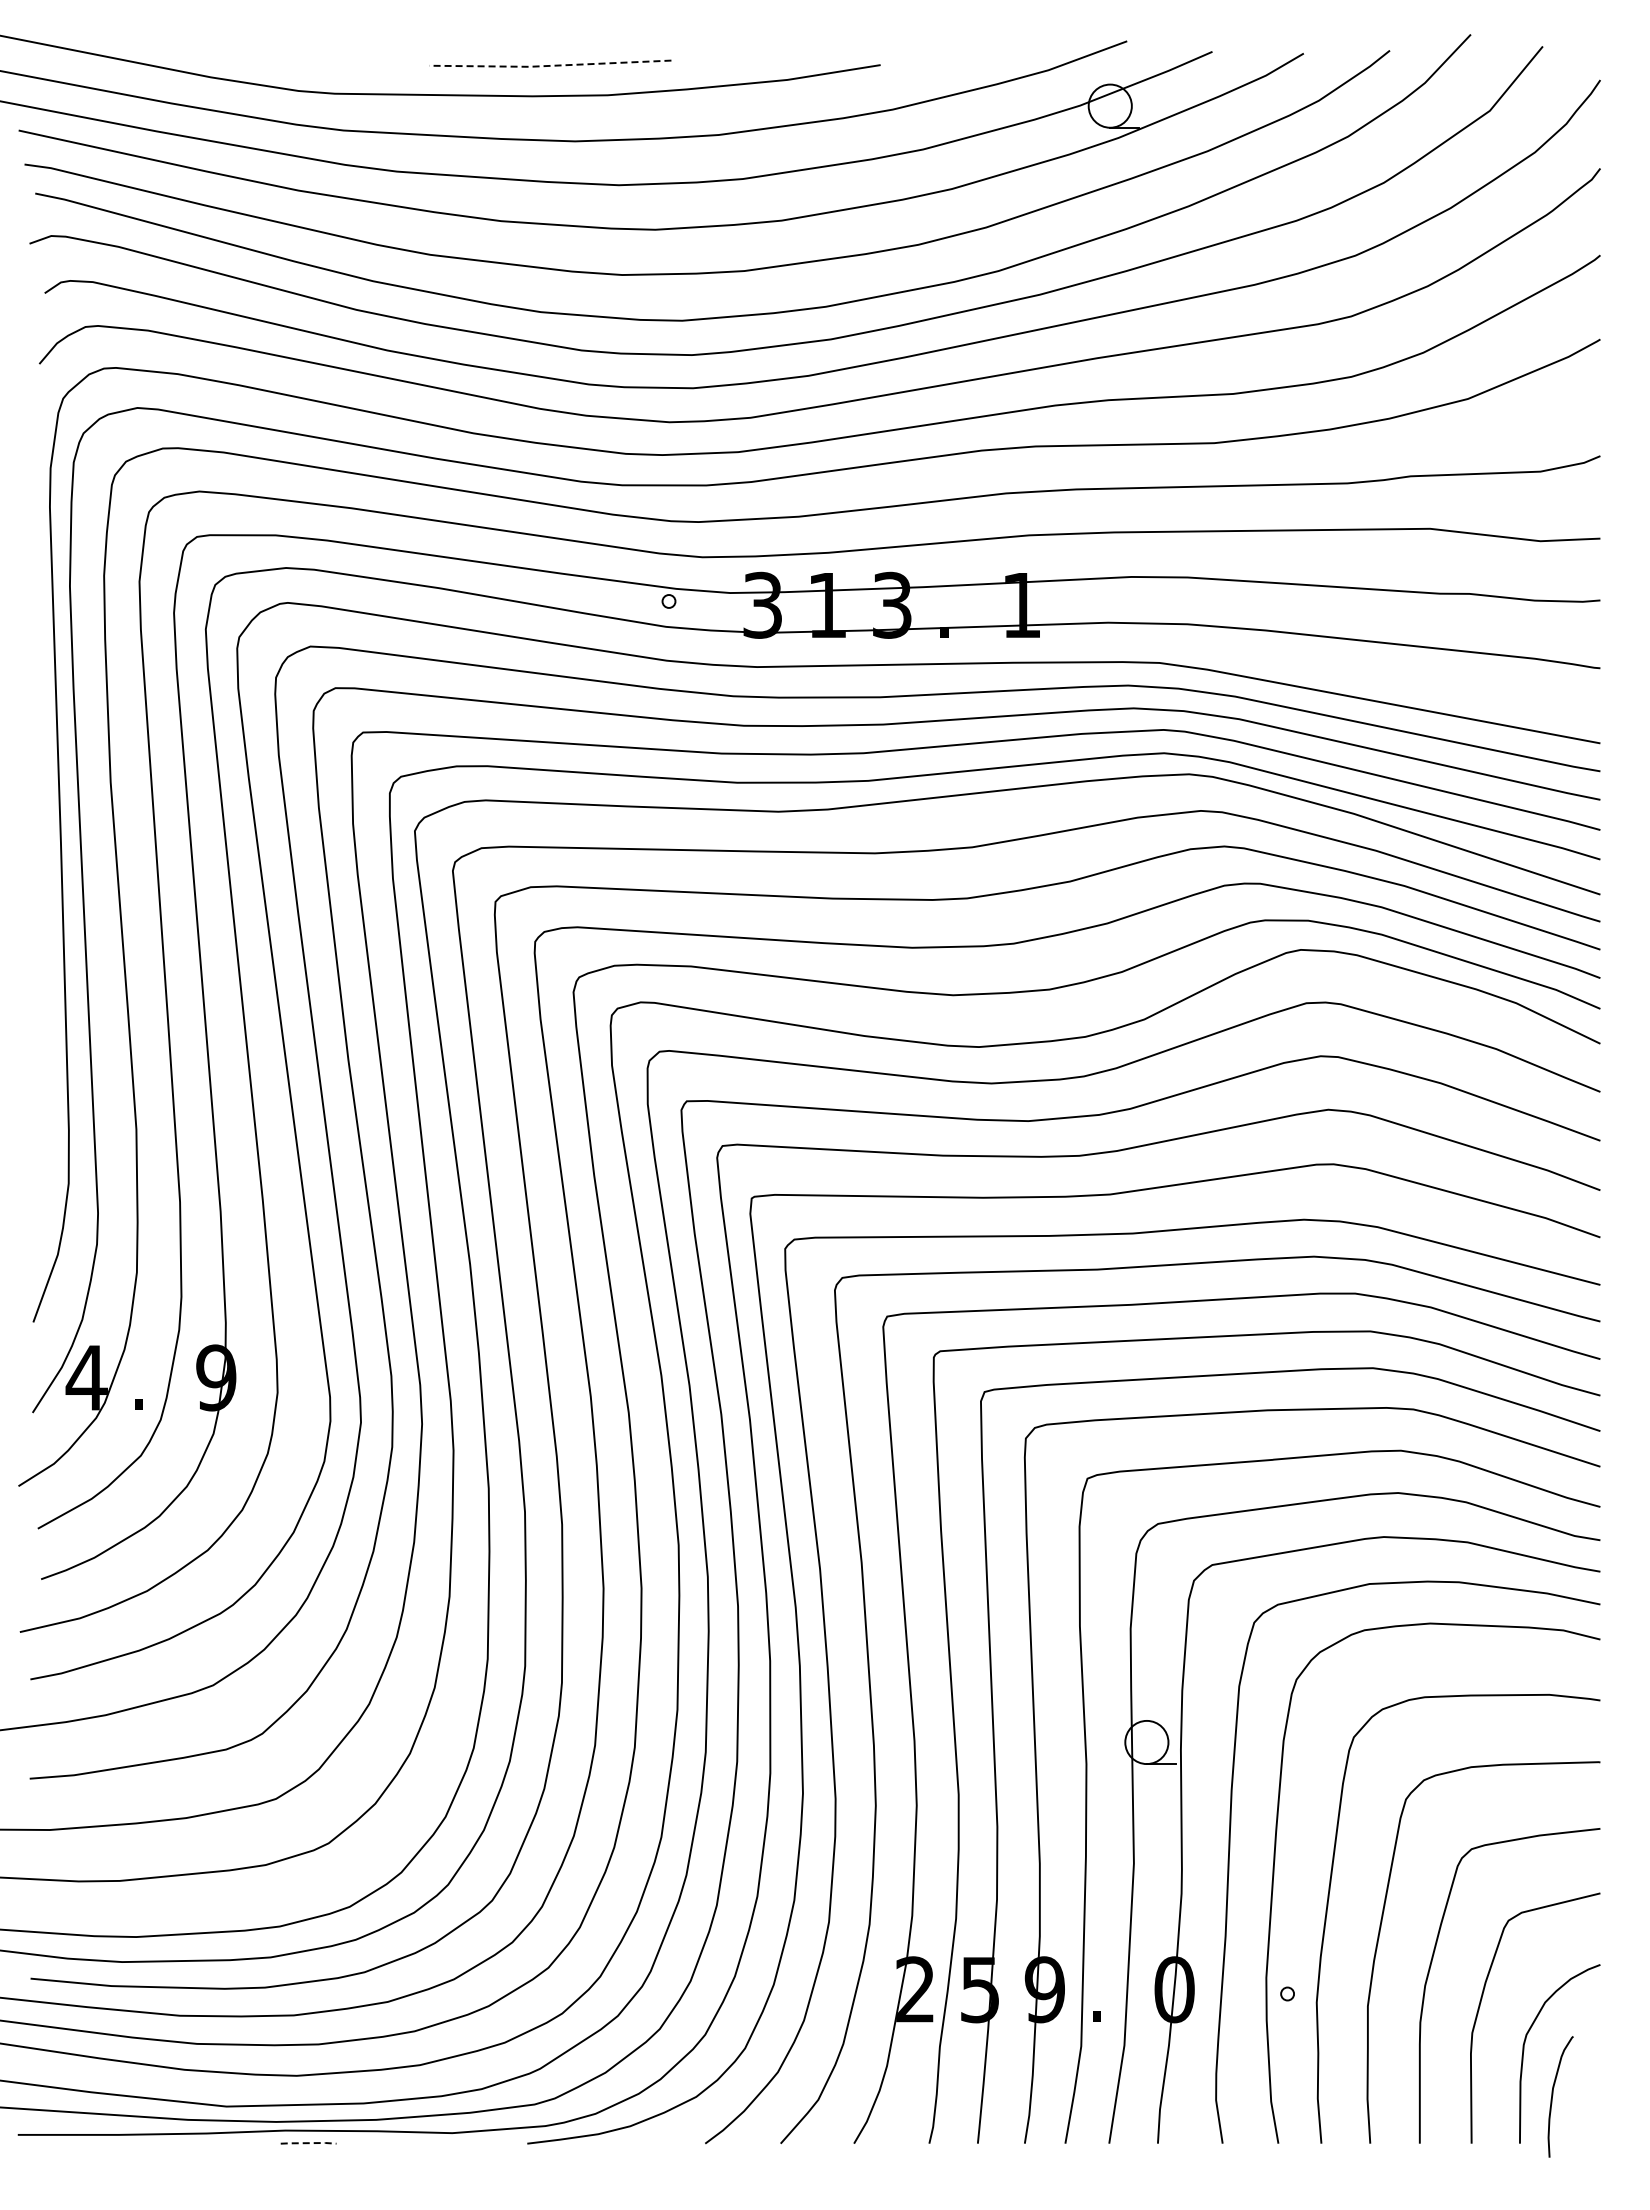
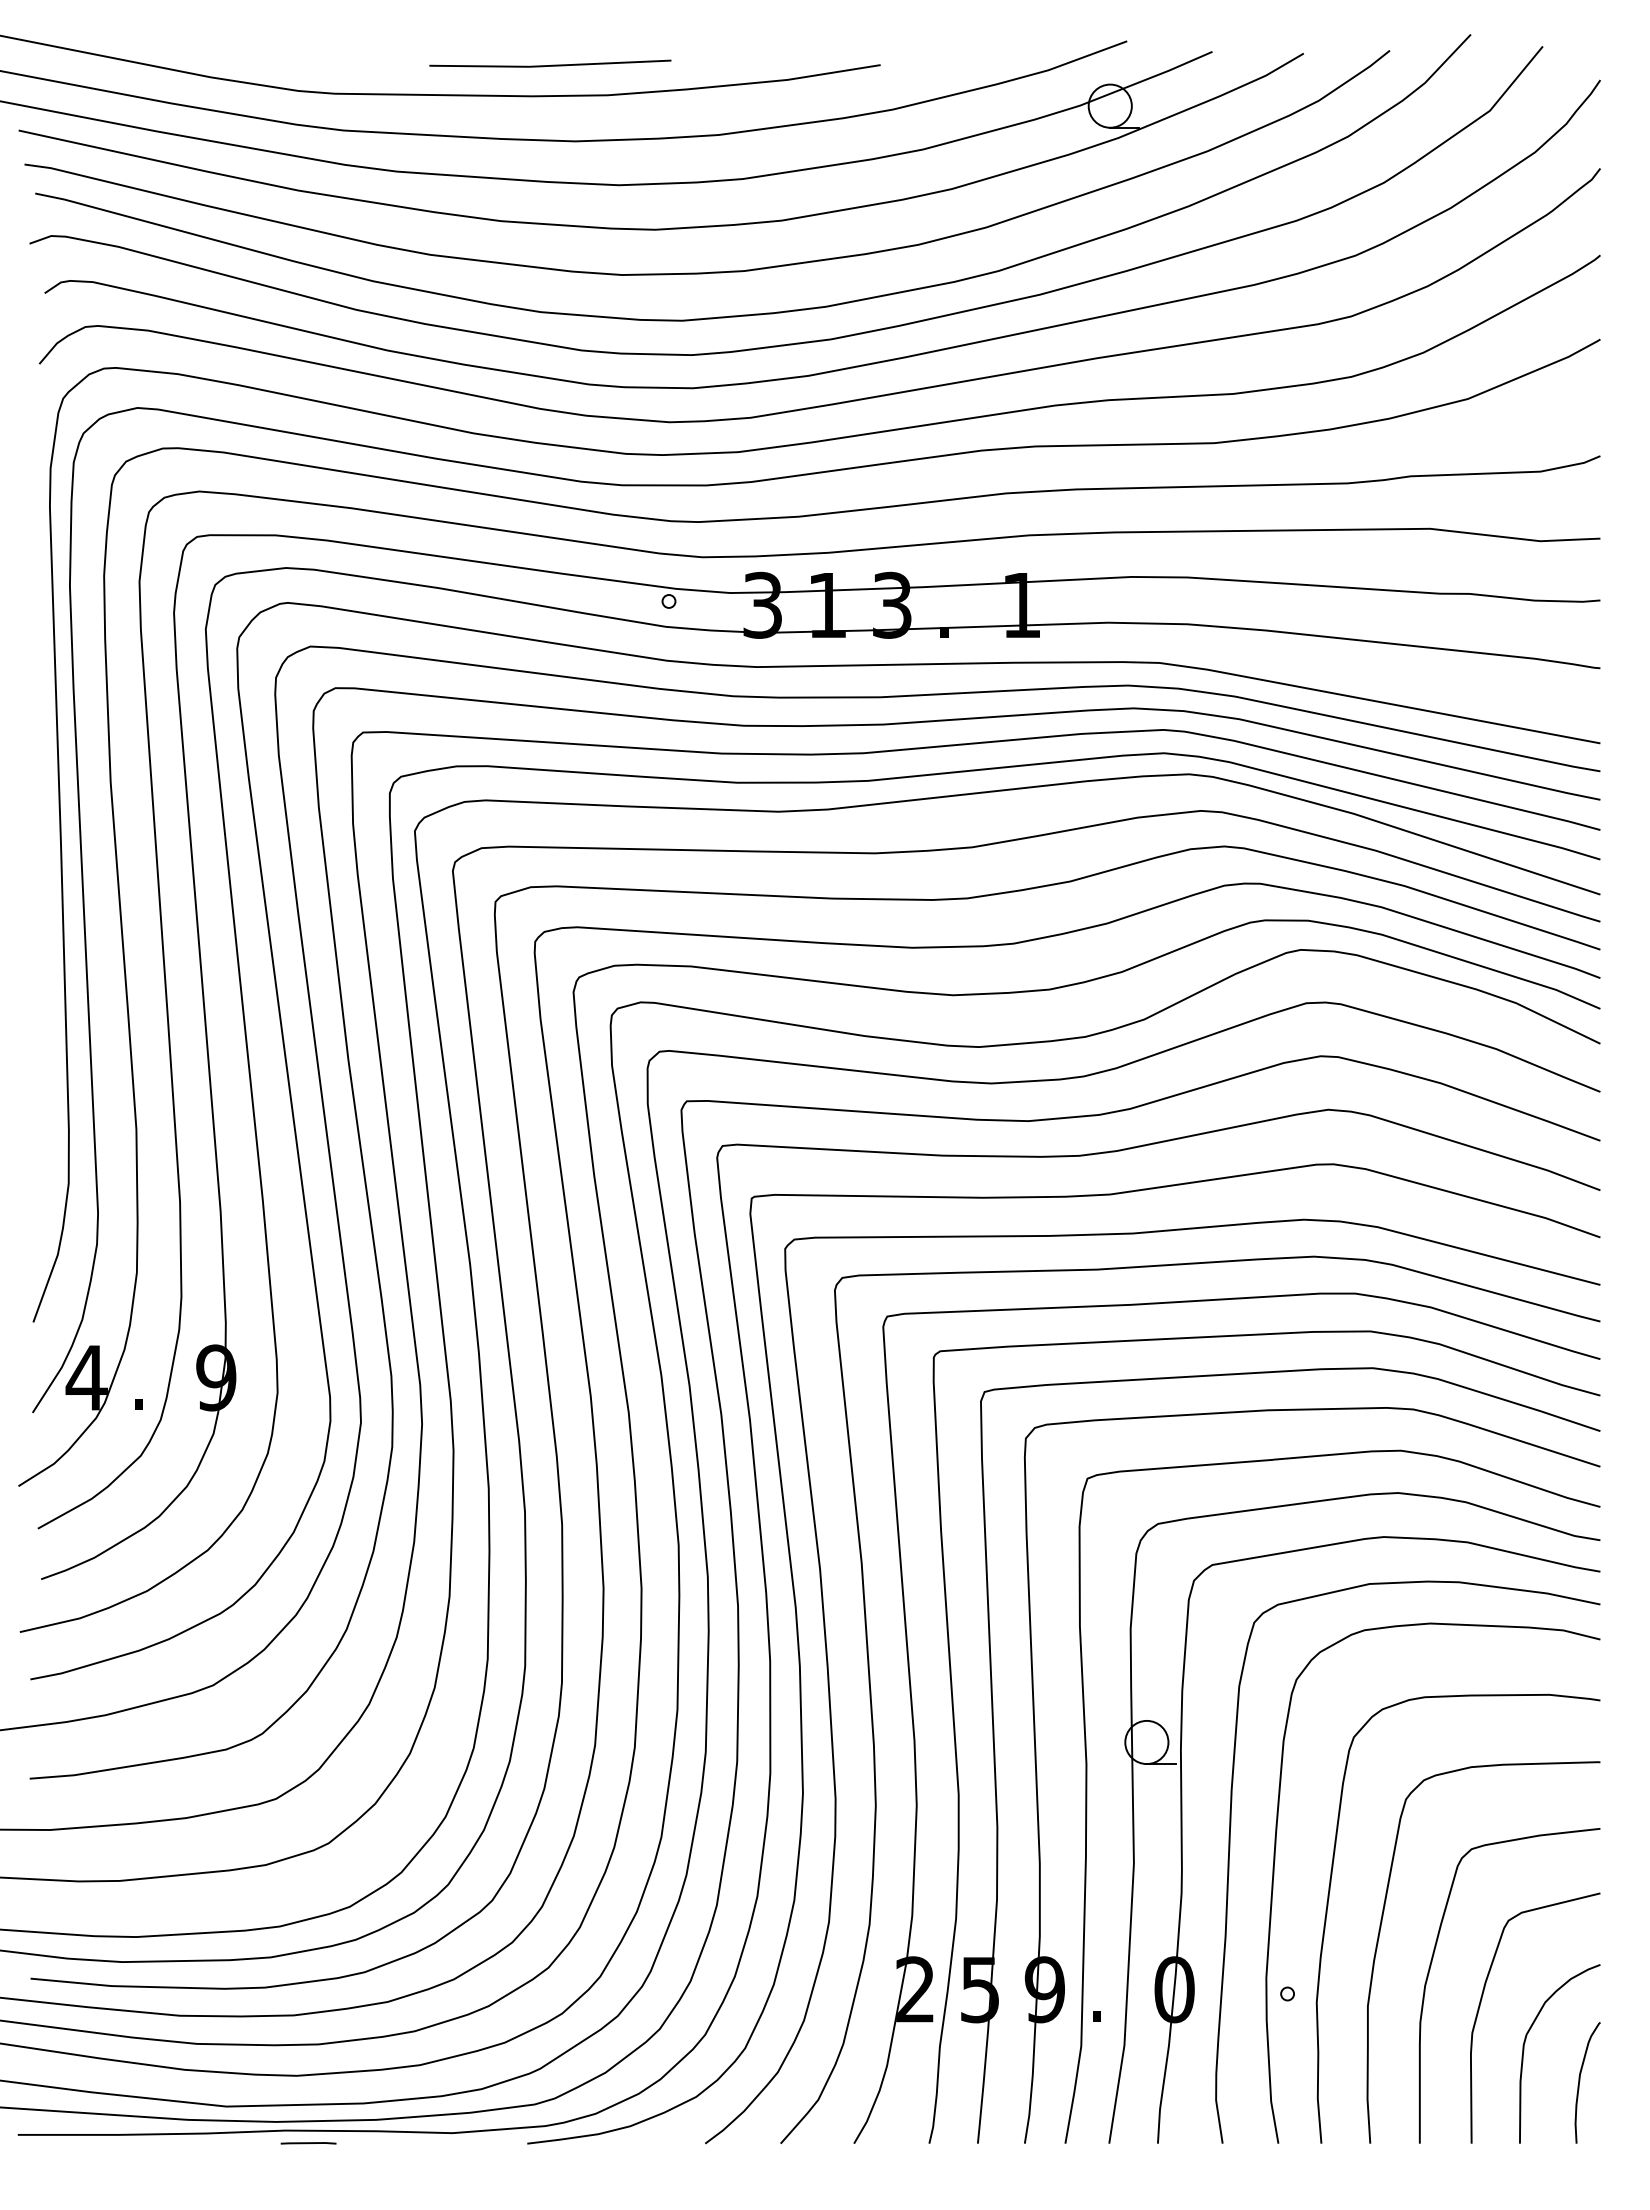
line at (550, 65): dashed -> solid
curve at (1553, 2095) position: (1553, 2095) -> (1580, 2081)
line at (309, 2143): dashed -> solid
